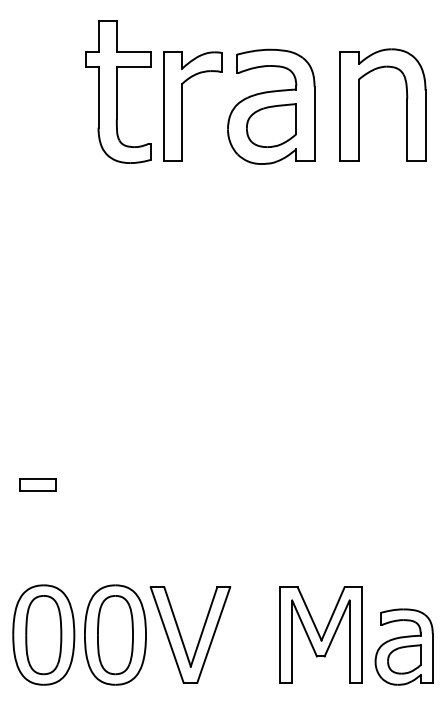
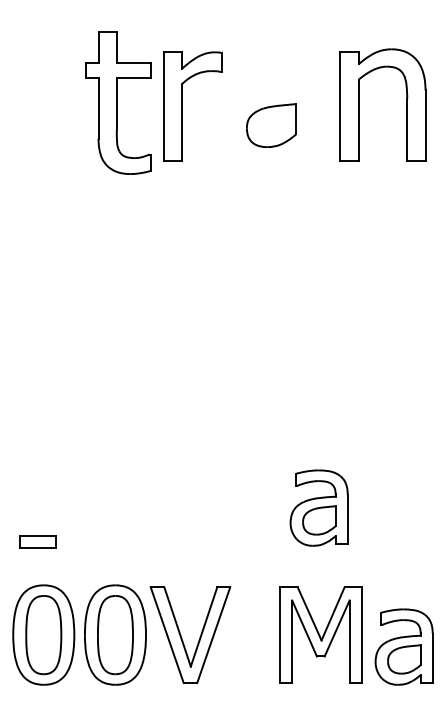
part at (118, 91) position: (118, 91) -> (118, 102)
part at (271, 106): present -> none
part at (37, 484) position: (37, 484) -> (37, 541)
part at (318, 507): none -> present
